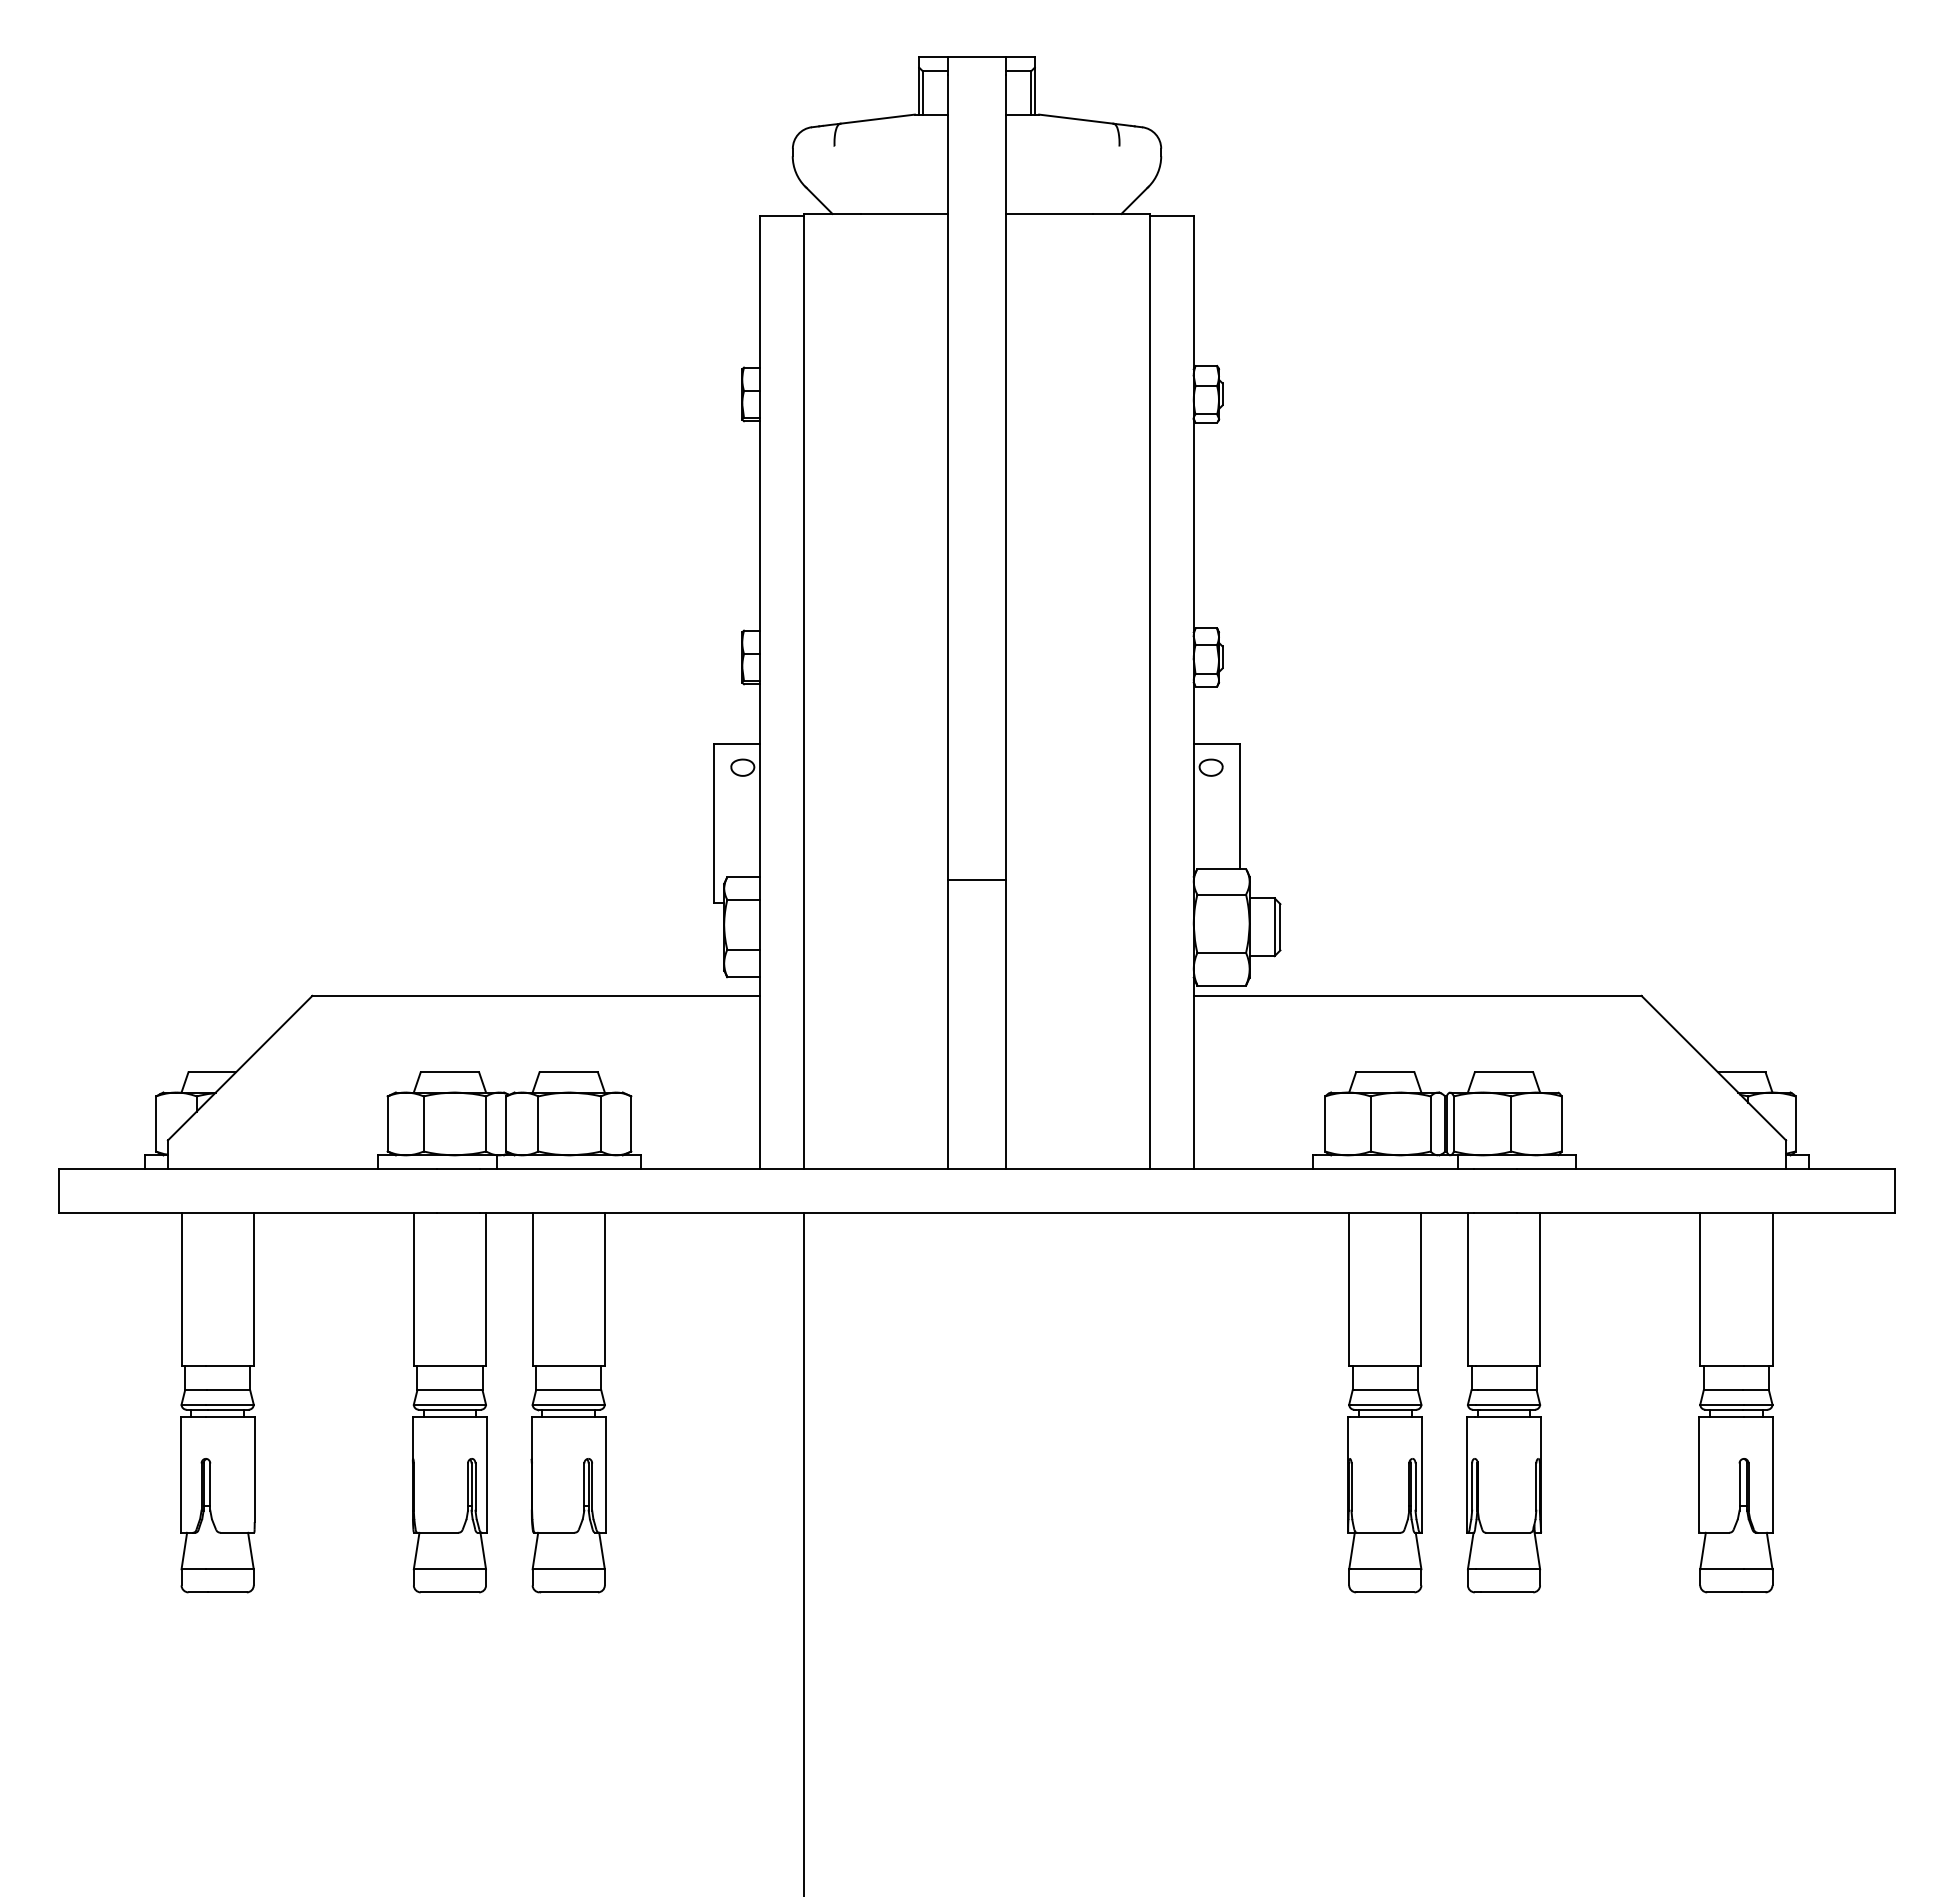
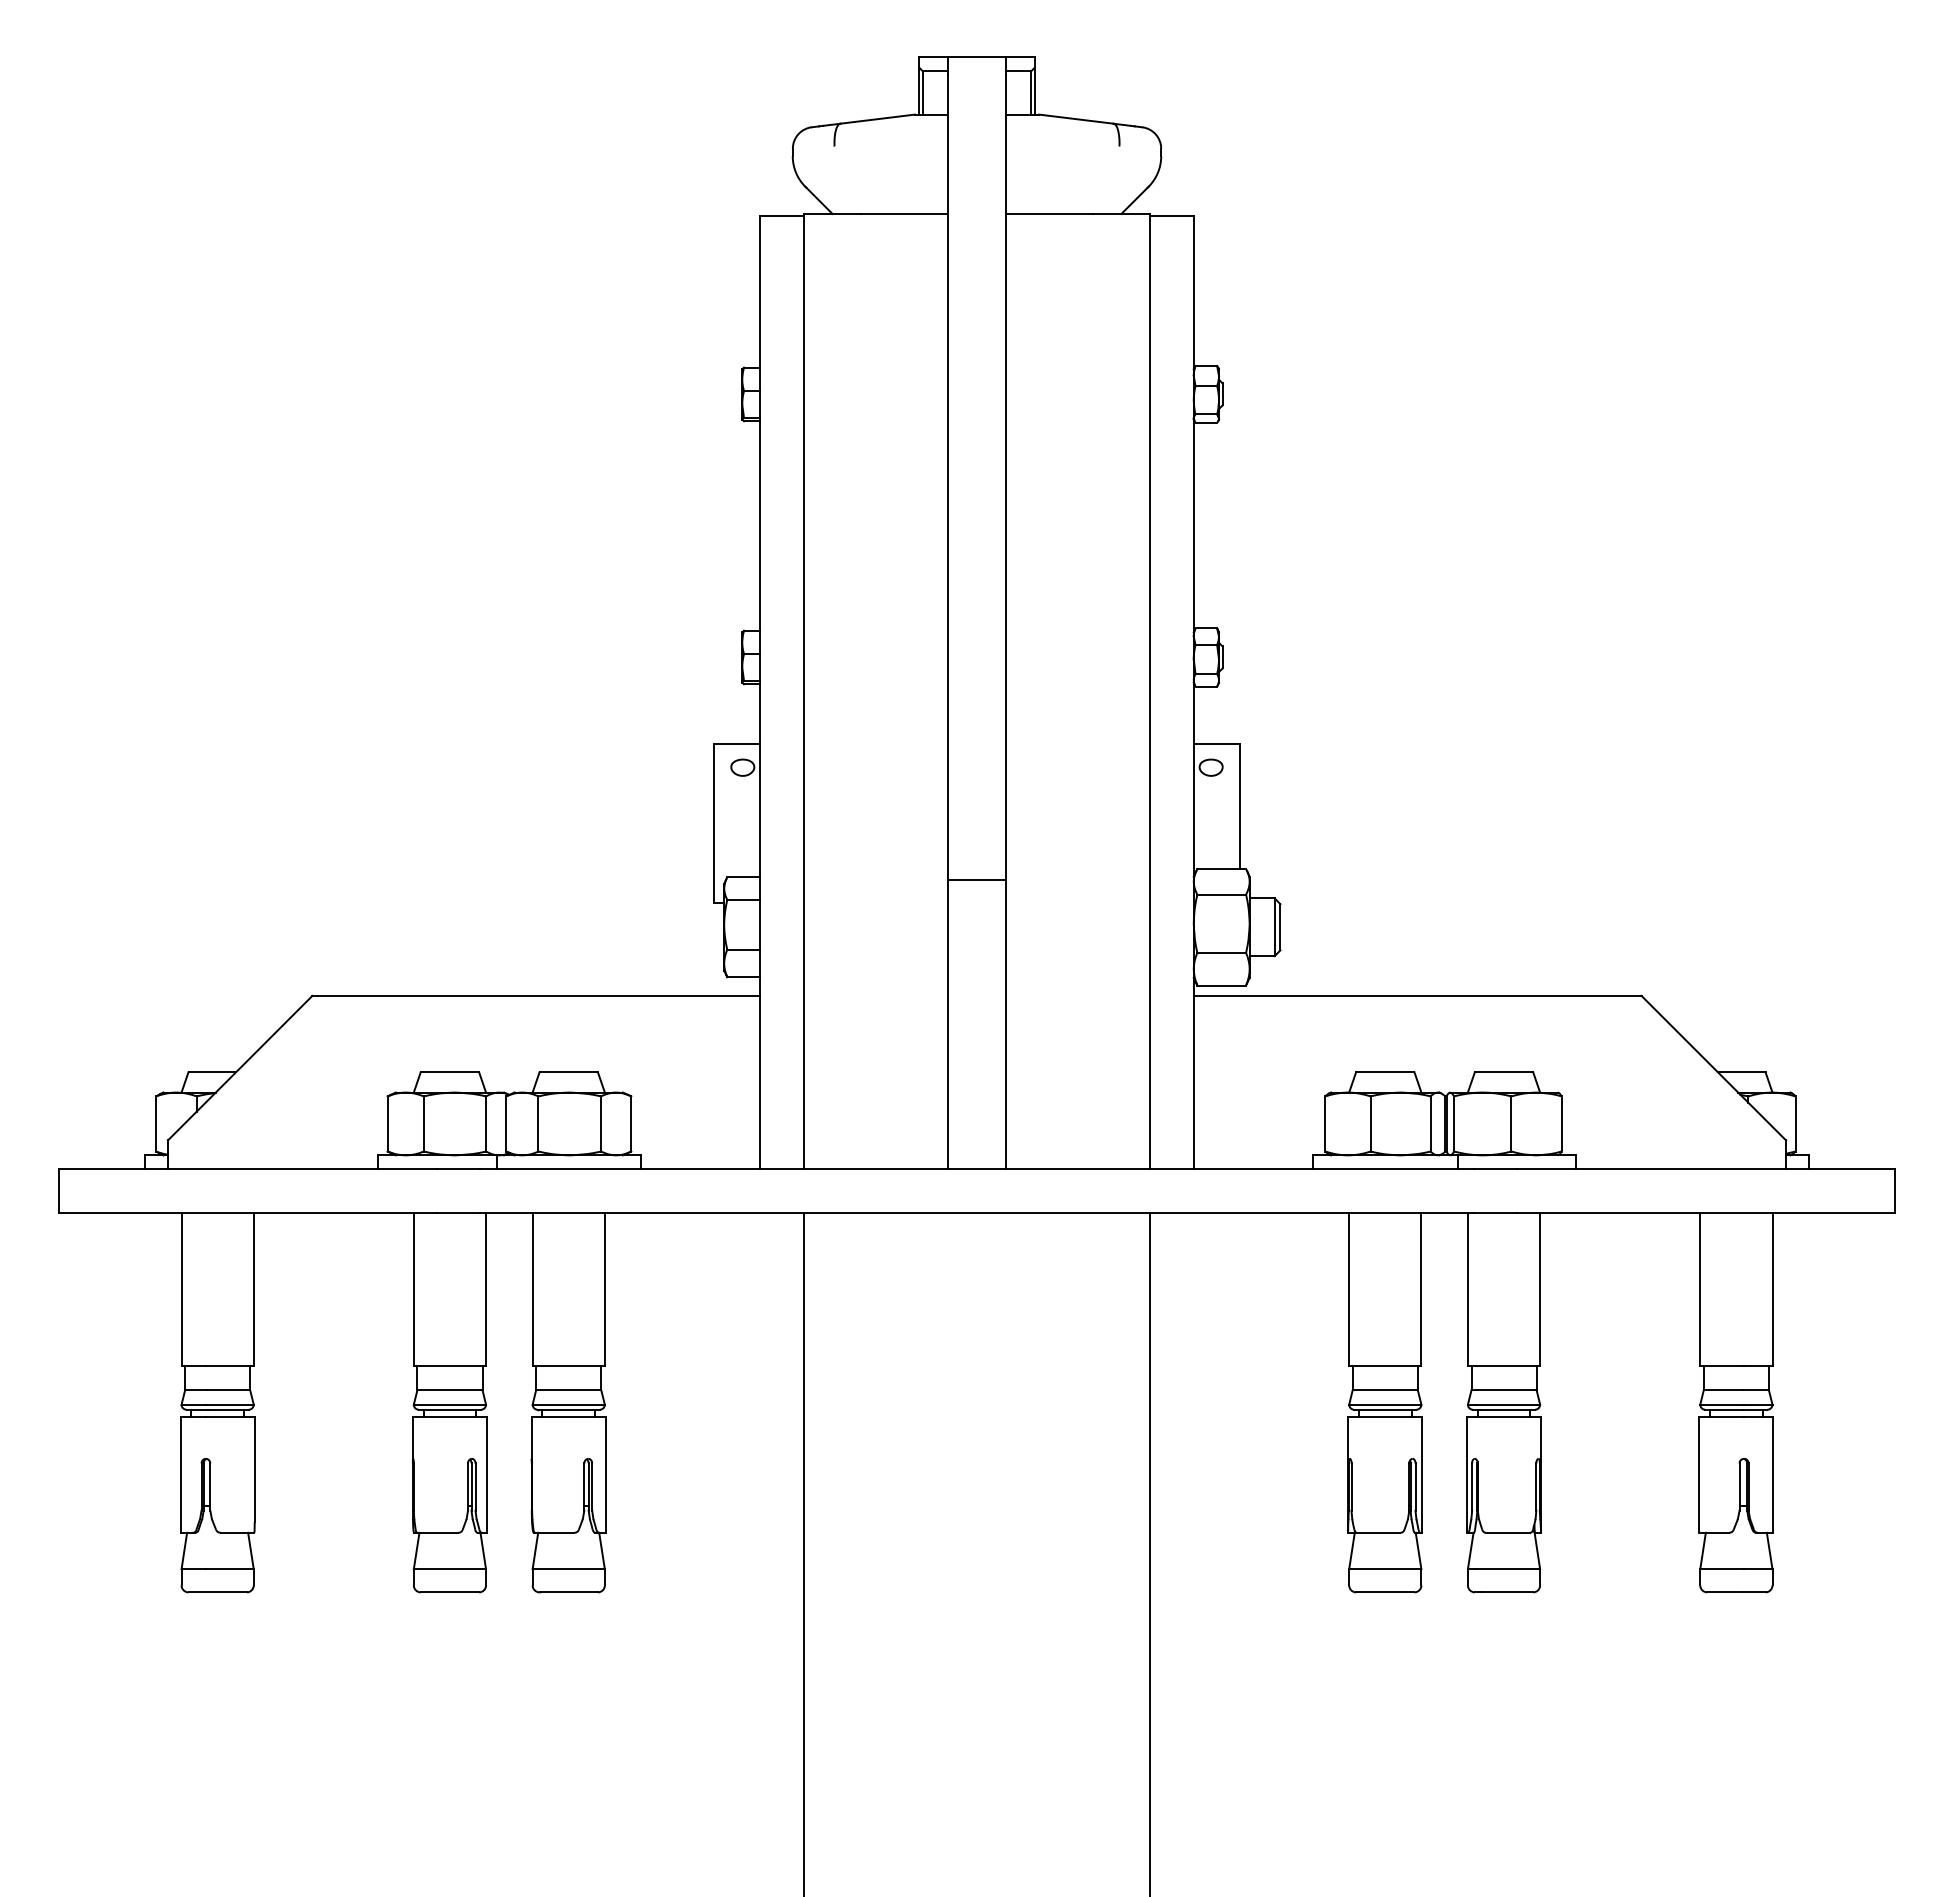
line at (1150, 1552): none -> present
